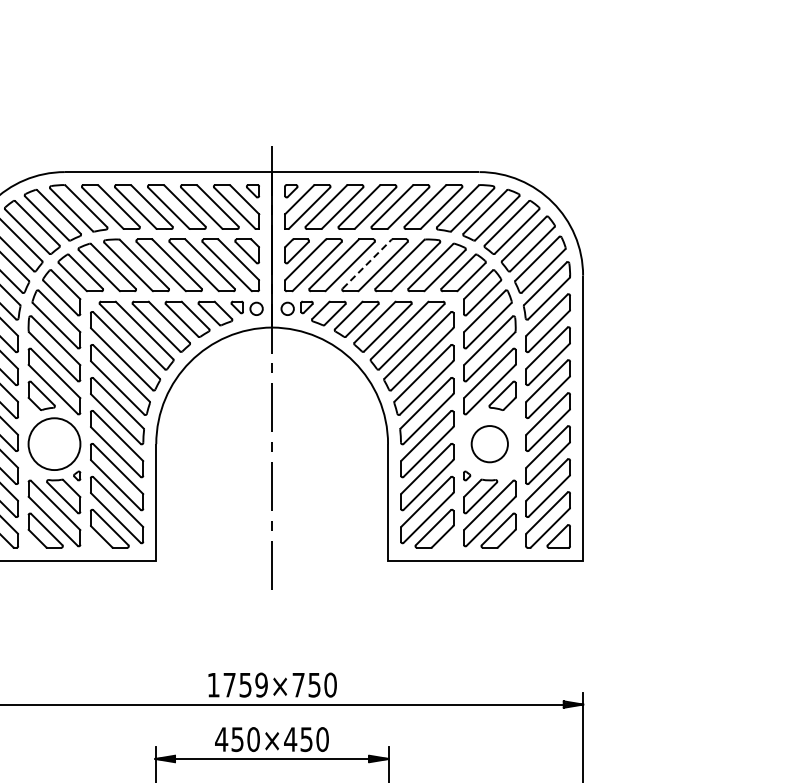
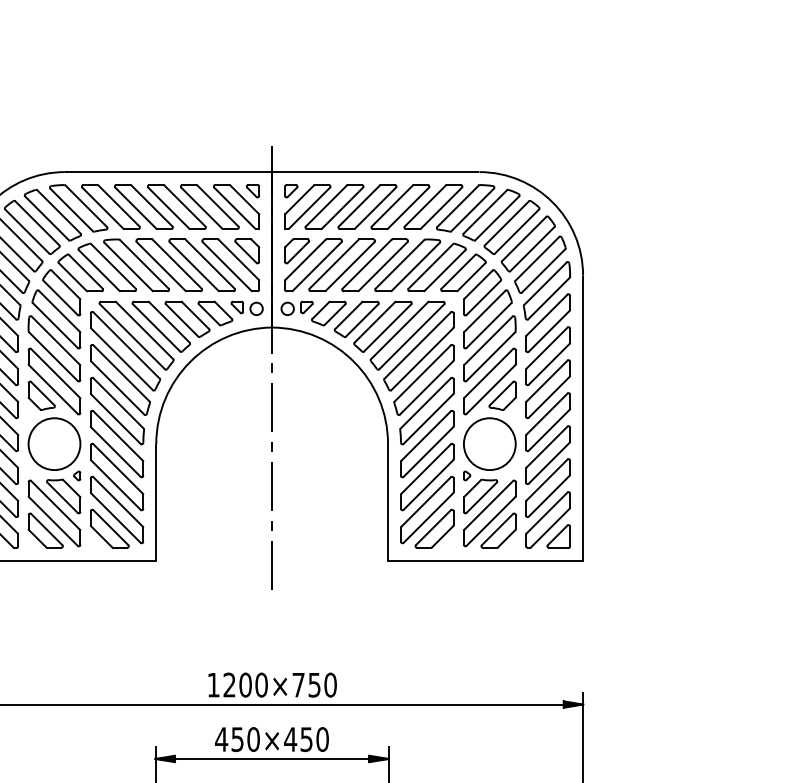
line at (367, 263): dashed -> solid
circle at (489, 444) diameter: 36 px -> 52 px
text at (245, 684): 1759×750 -> 1200×750
